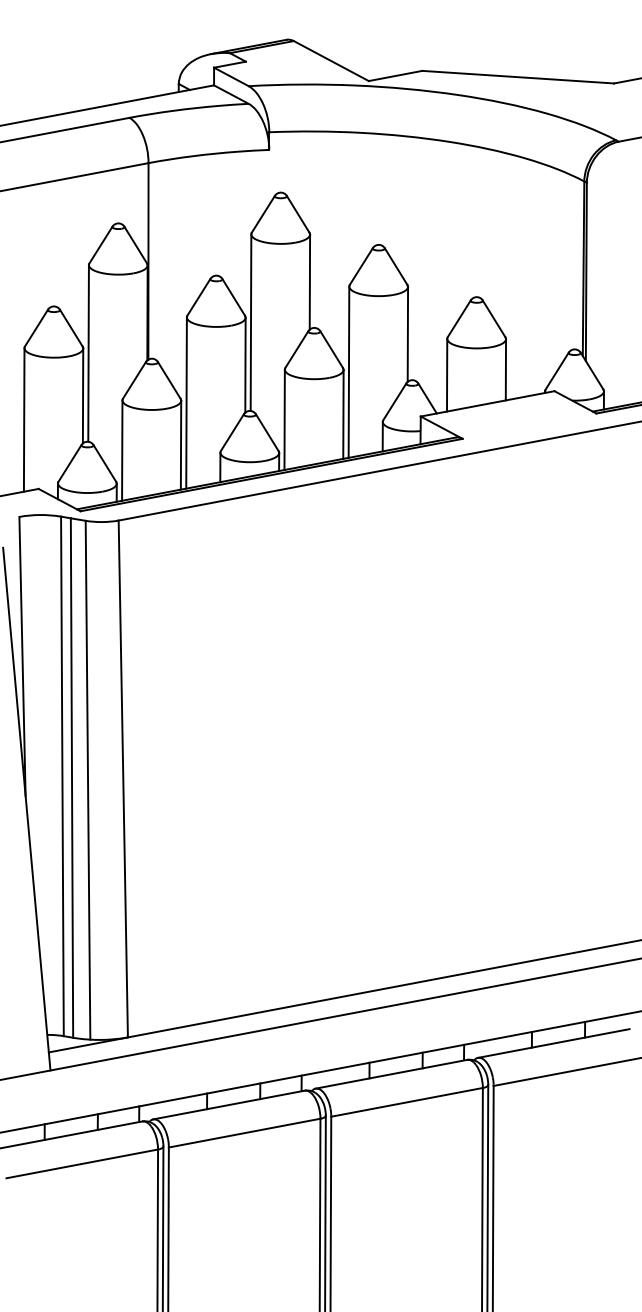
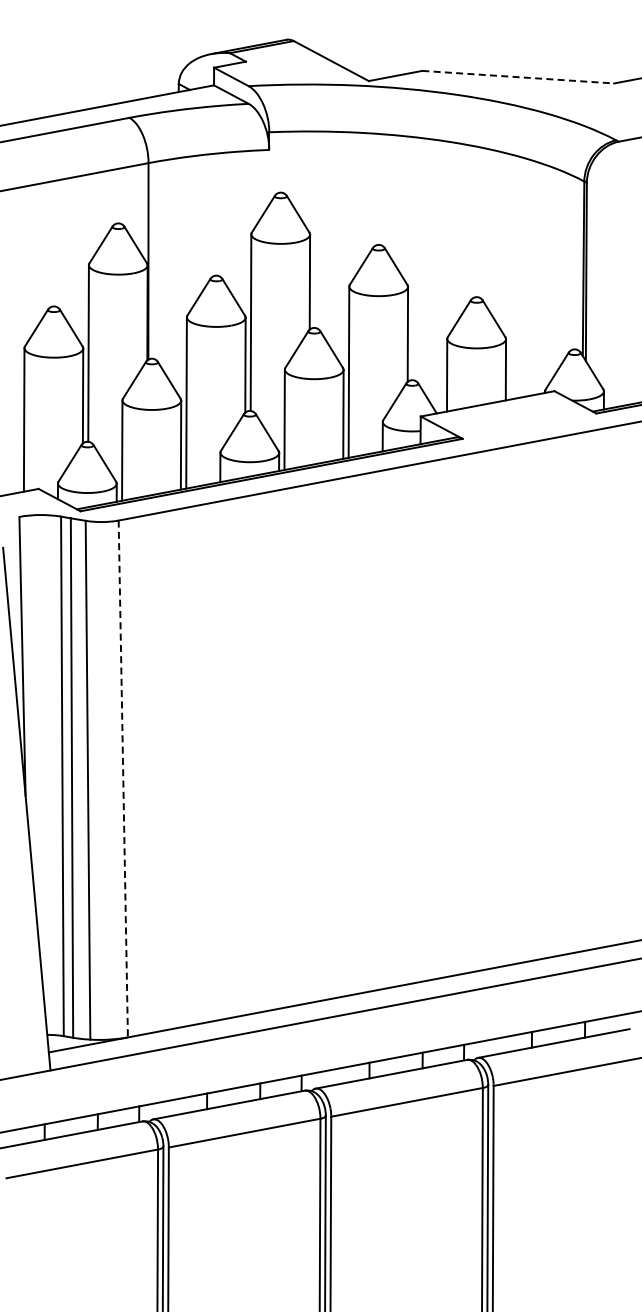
line at (518, 77): solid -> dashed
line at (123, 779): solid -> dashed
